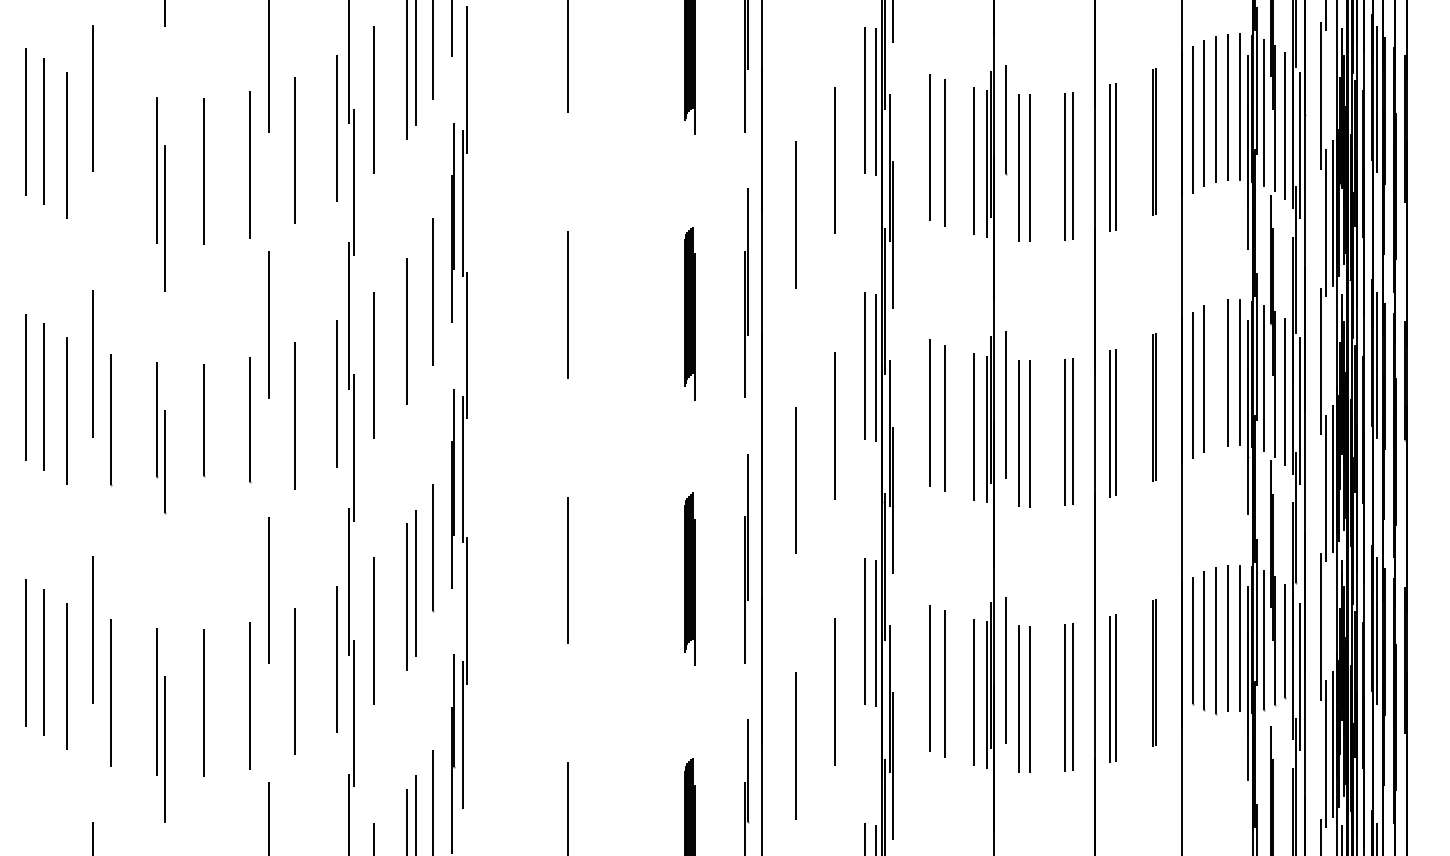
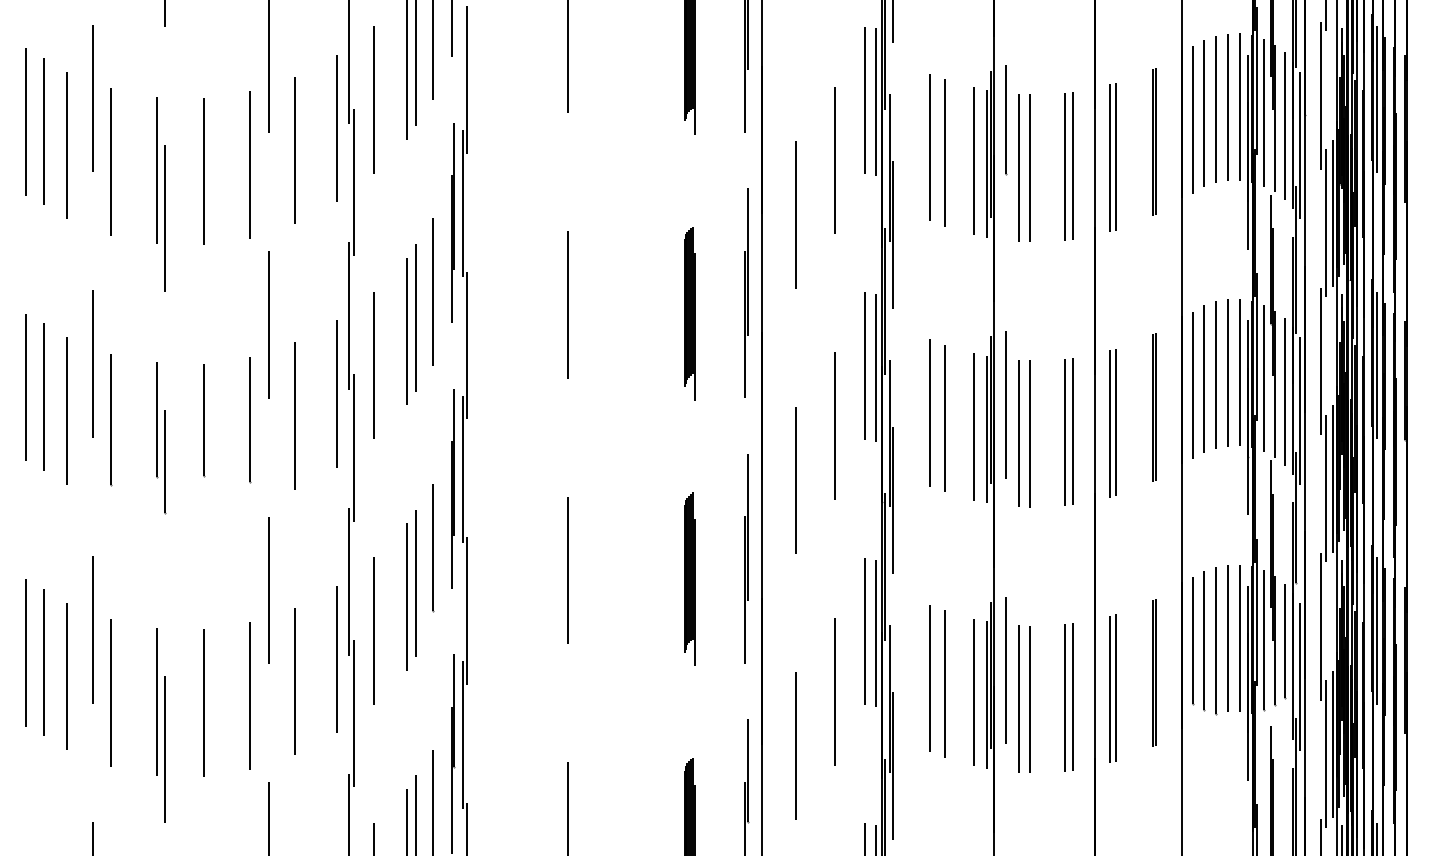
line at (110, 161): none -> present
line at (416, 317): none -> present
line at (1215, 374): none -> present
line at (467, 827): none -> present
